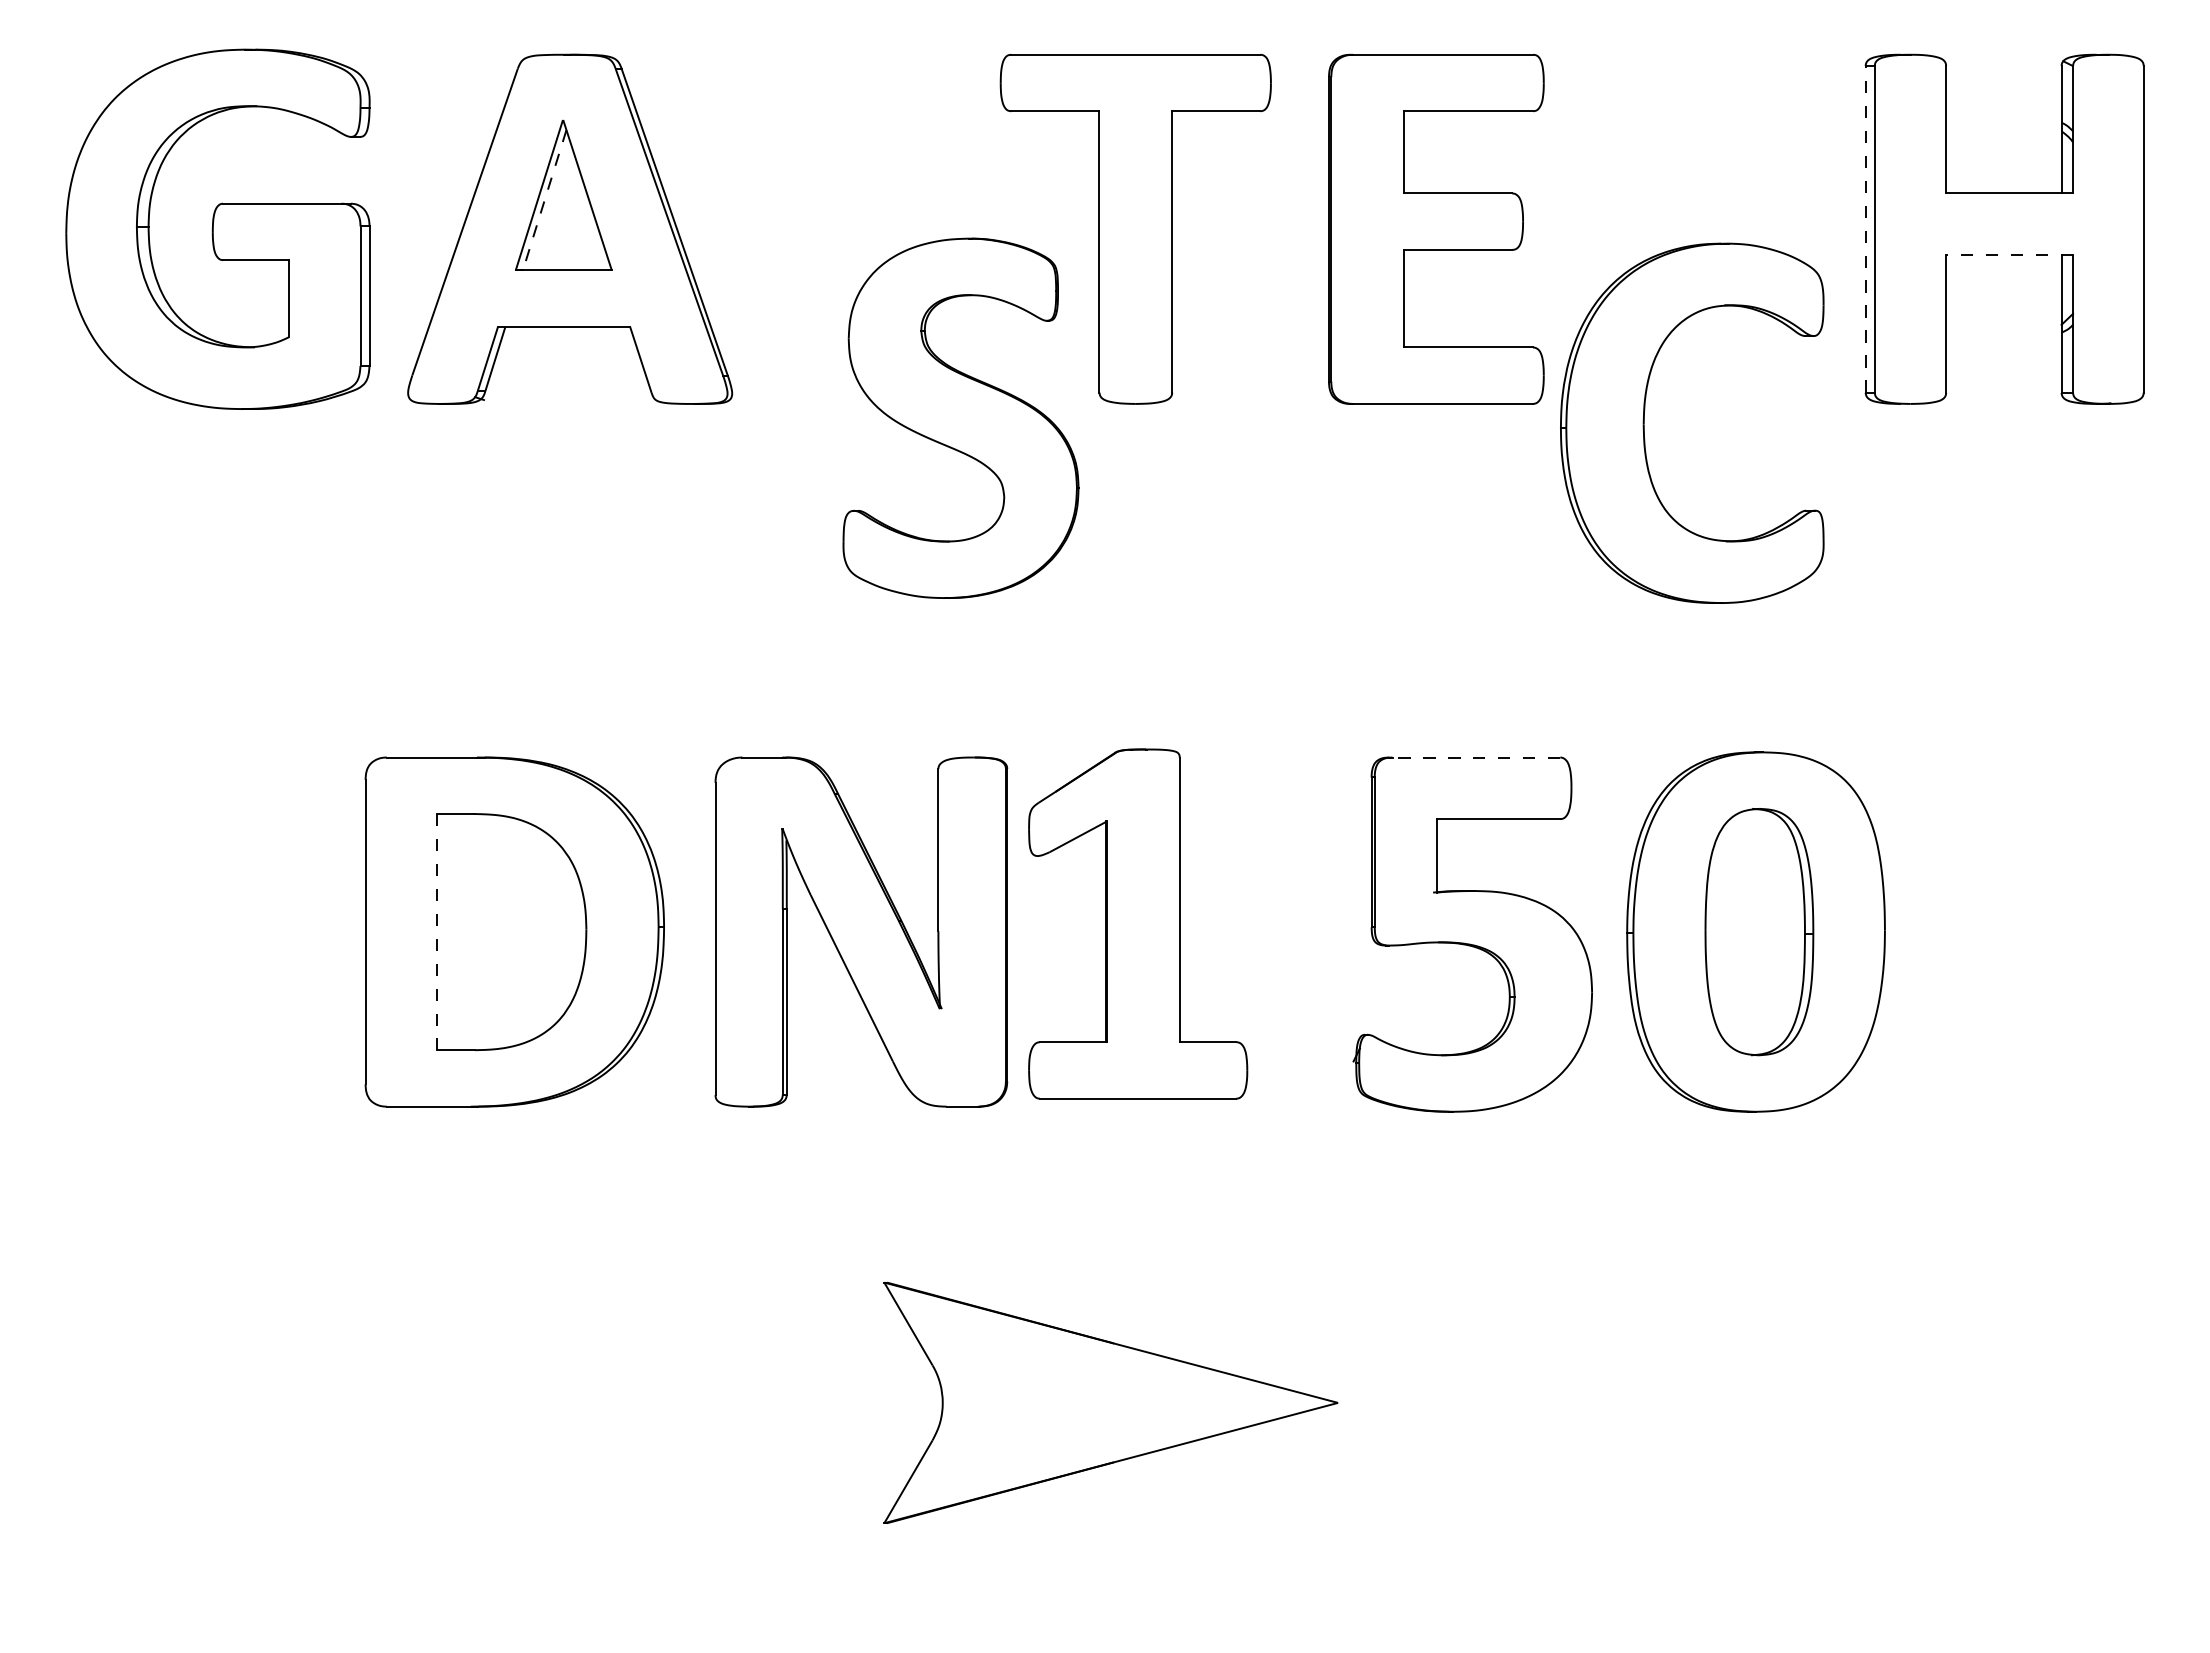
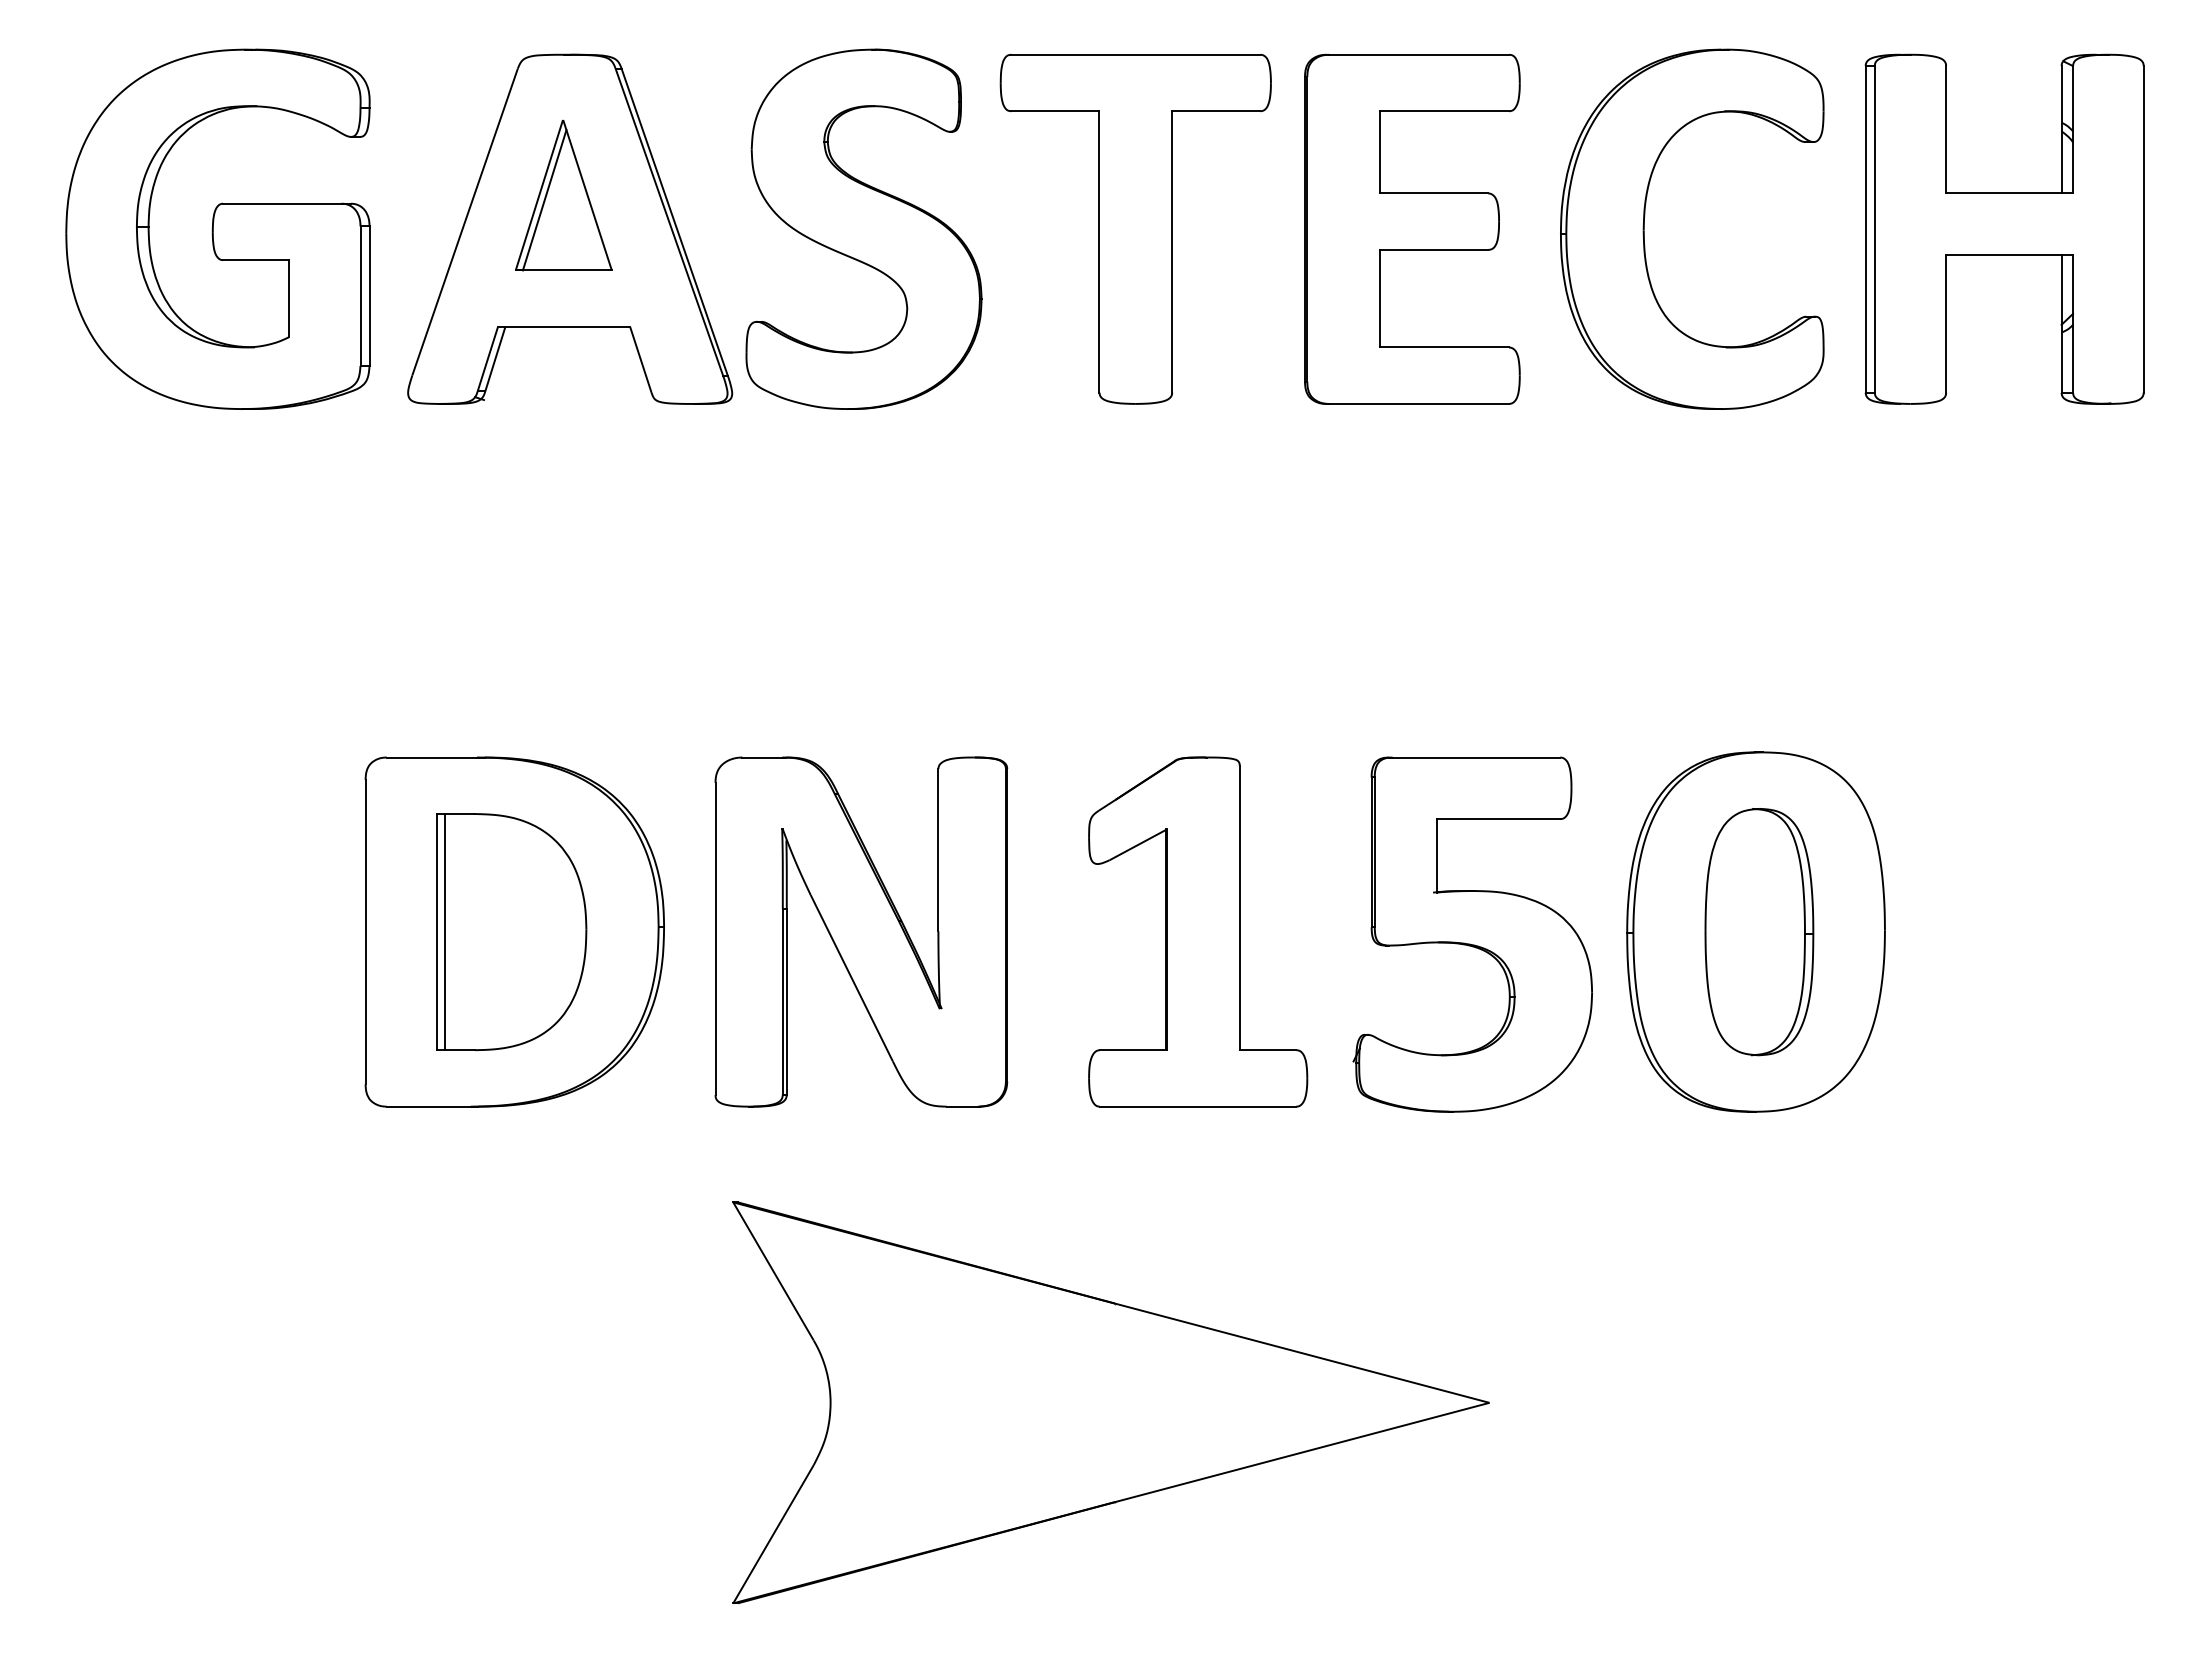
line at (544, 200): dashed -> solid
part at (1436, 228) position: (1436, 228) -> (1412, 228)
line at (1865, 228): dashed -> solid
line at (2009, 255): dashed -> solid
part at (960, 417) position: (960, 417) -> (863, 228)
part at (1644, 422) position: (1644, 422) -> (1644, 228)
line at (1476, 757): dashed -> solid
part at (1138, 923) position: (1138, 923) -> (1198, 931)
line at (445, 931): none -> present
line at (437, 932): dashed -> solid
part at (1110, 1402) size: 456x243 px -> 758x404 px
